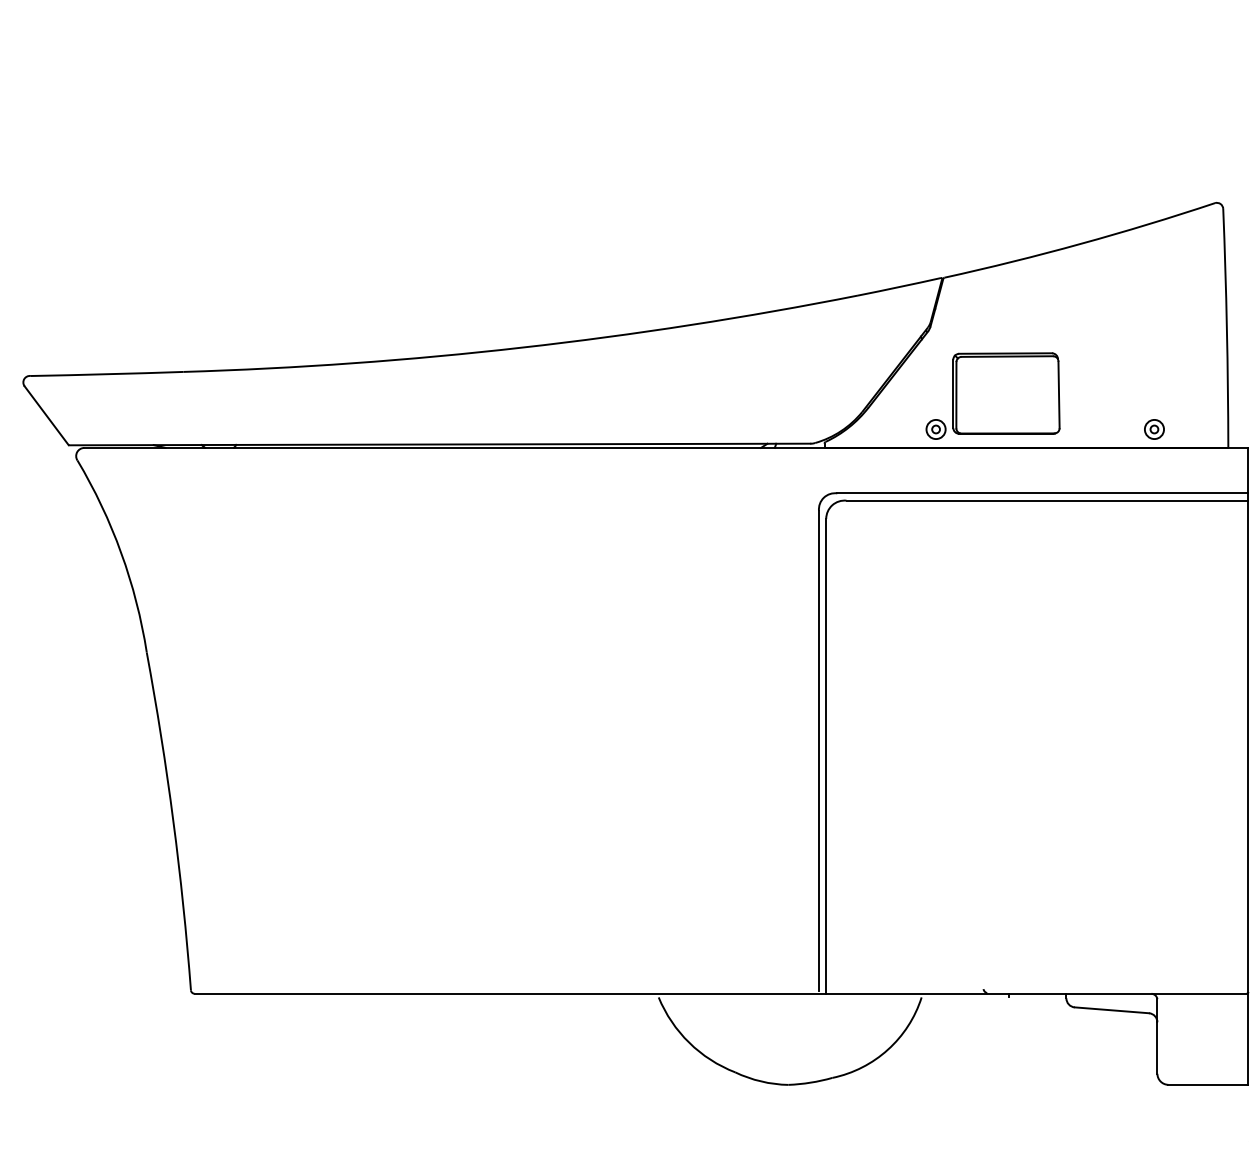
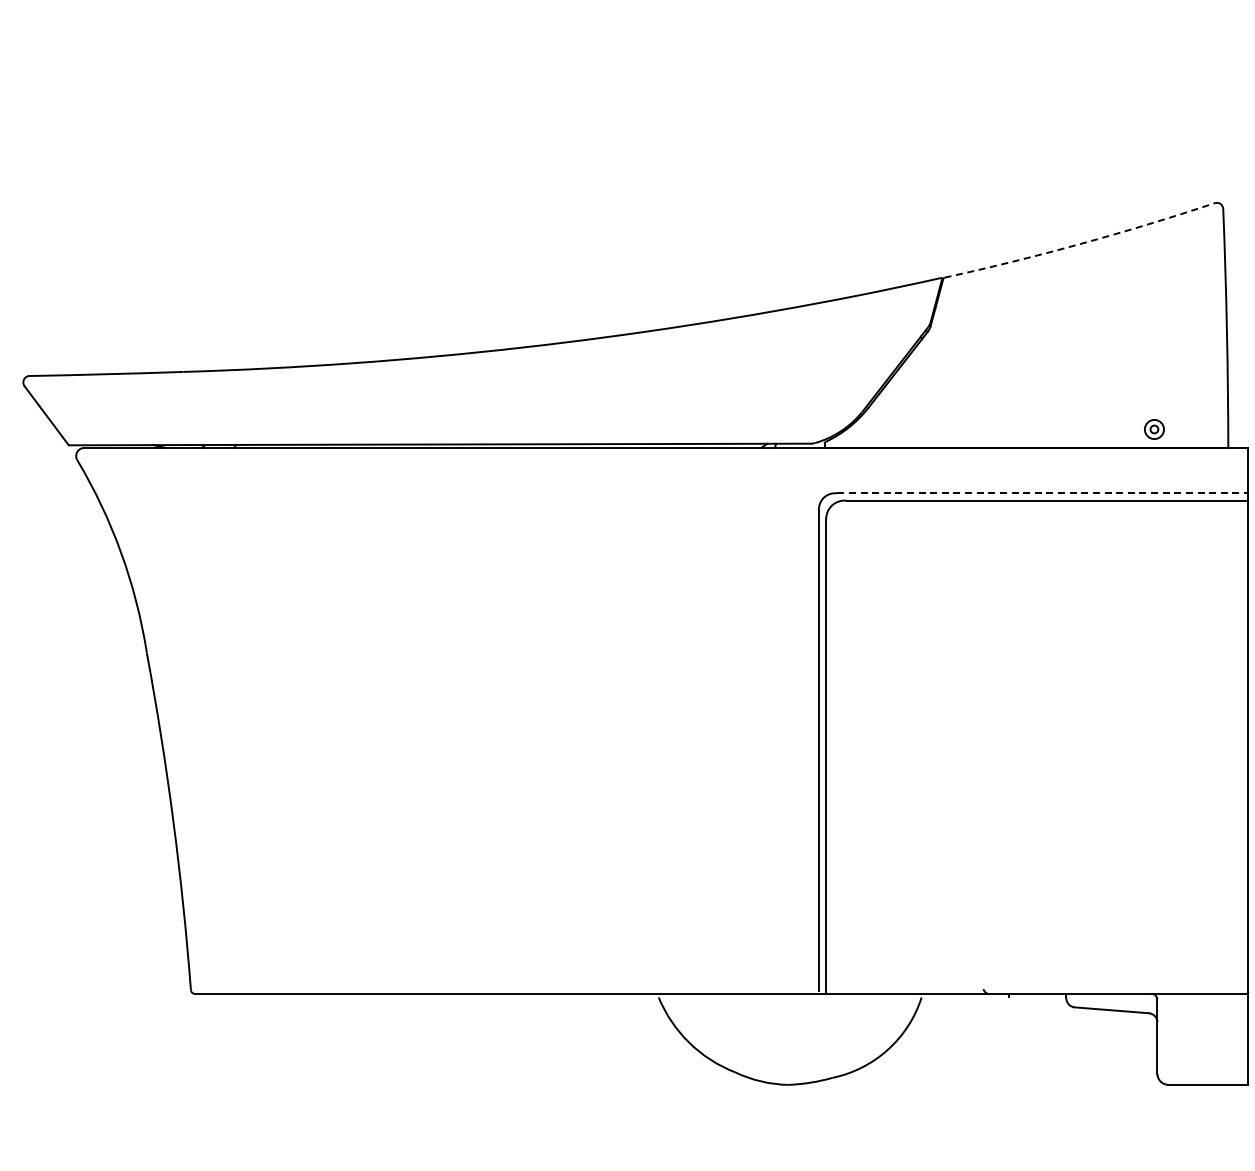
arc at (1080, 243): solid -> dashed
part at (992, 395): present -> none
line at (1042, 493): solid -> dashed
